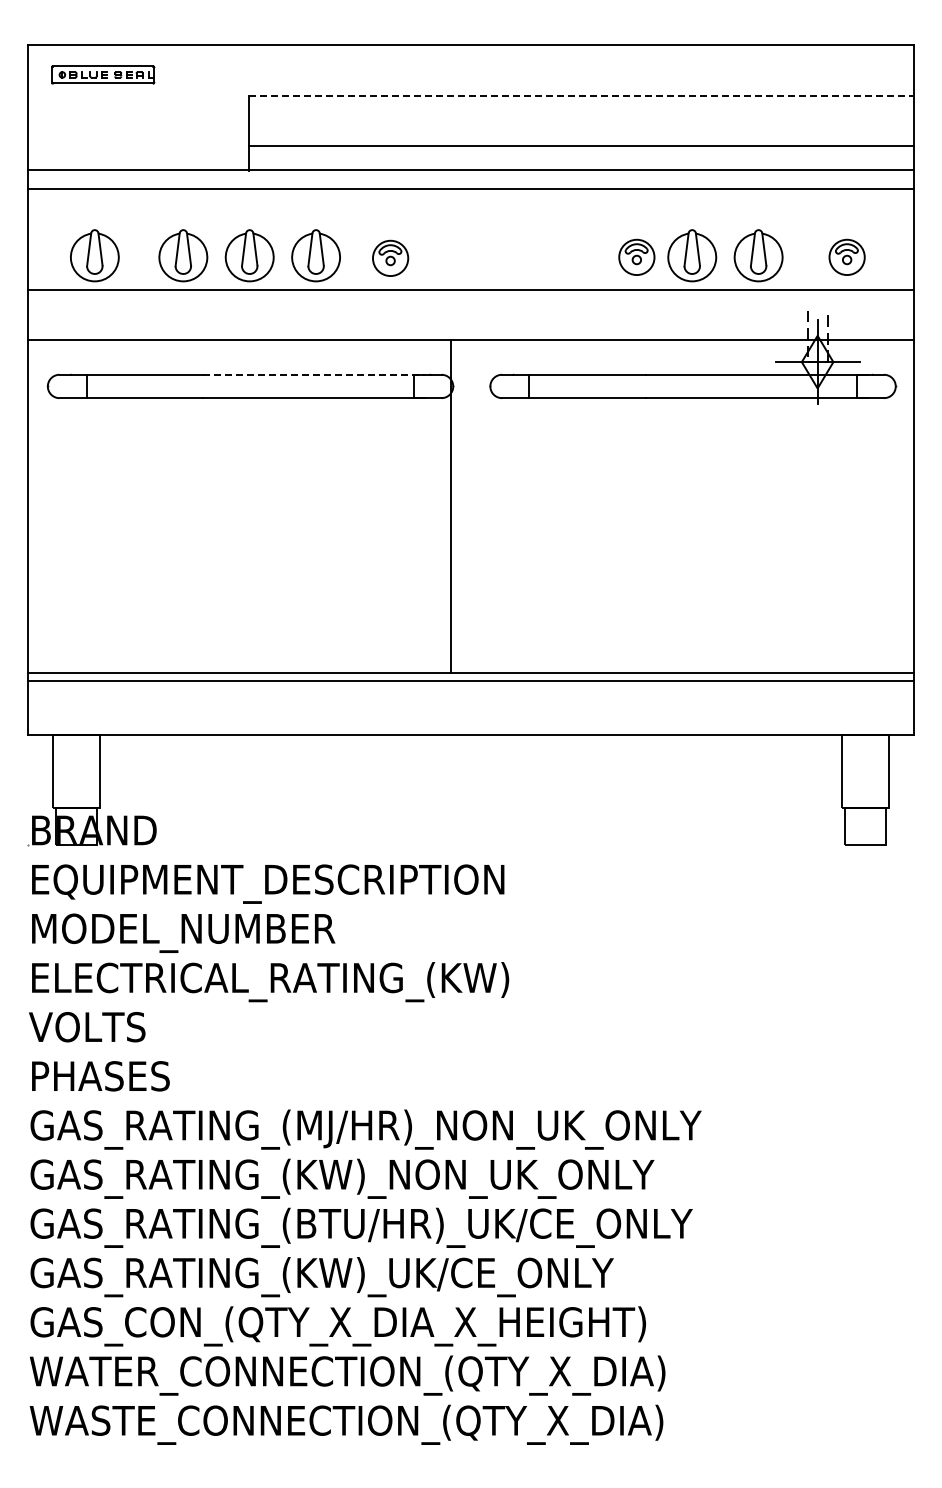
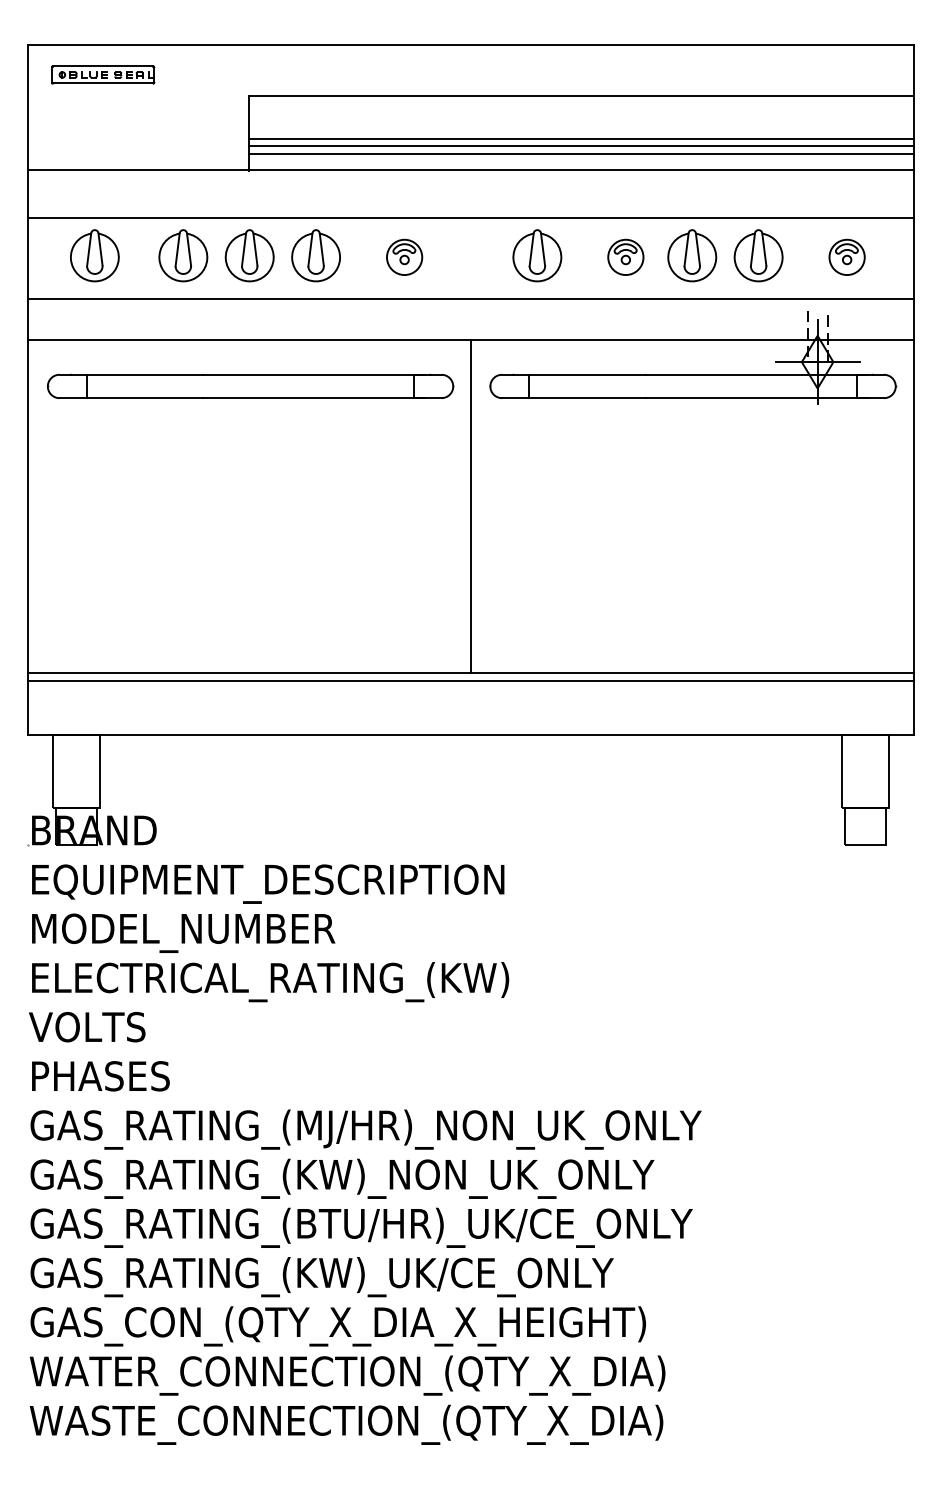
line at (581, 95): dashed -> solid
line at (581, 139): none -> present
line at (581, 153): none -> present
line at (470, 189) position: (470, 189) -> (470, 218)
part at (537, 255): none -> present
part at (636, 256) position: (636, 256) -> (625, 256)
part at (390, 257) position: (390, 257) -> (404, 256)
line at (470, 290) position: (470, 290) -> (470, 299)
line at (314, 374): dashed -> solid
line at (451, 506) position: (451, 506) -> (471, 506)
